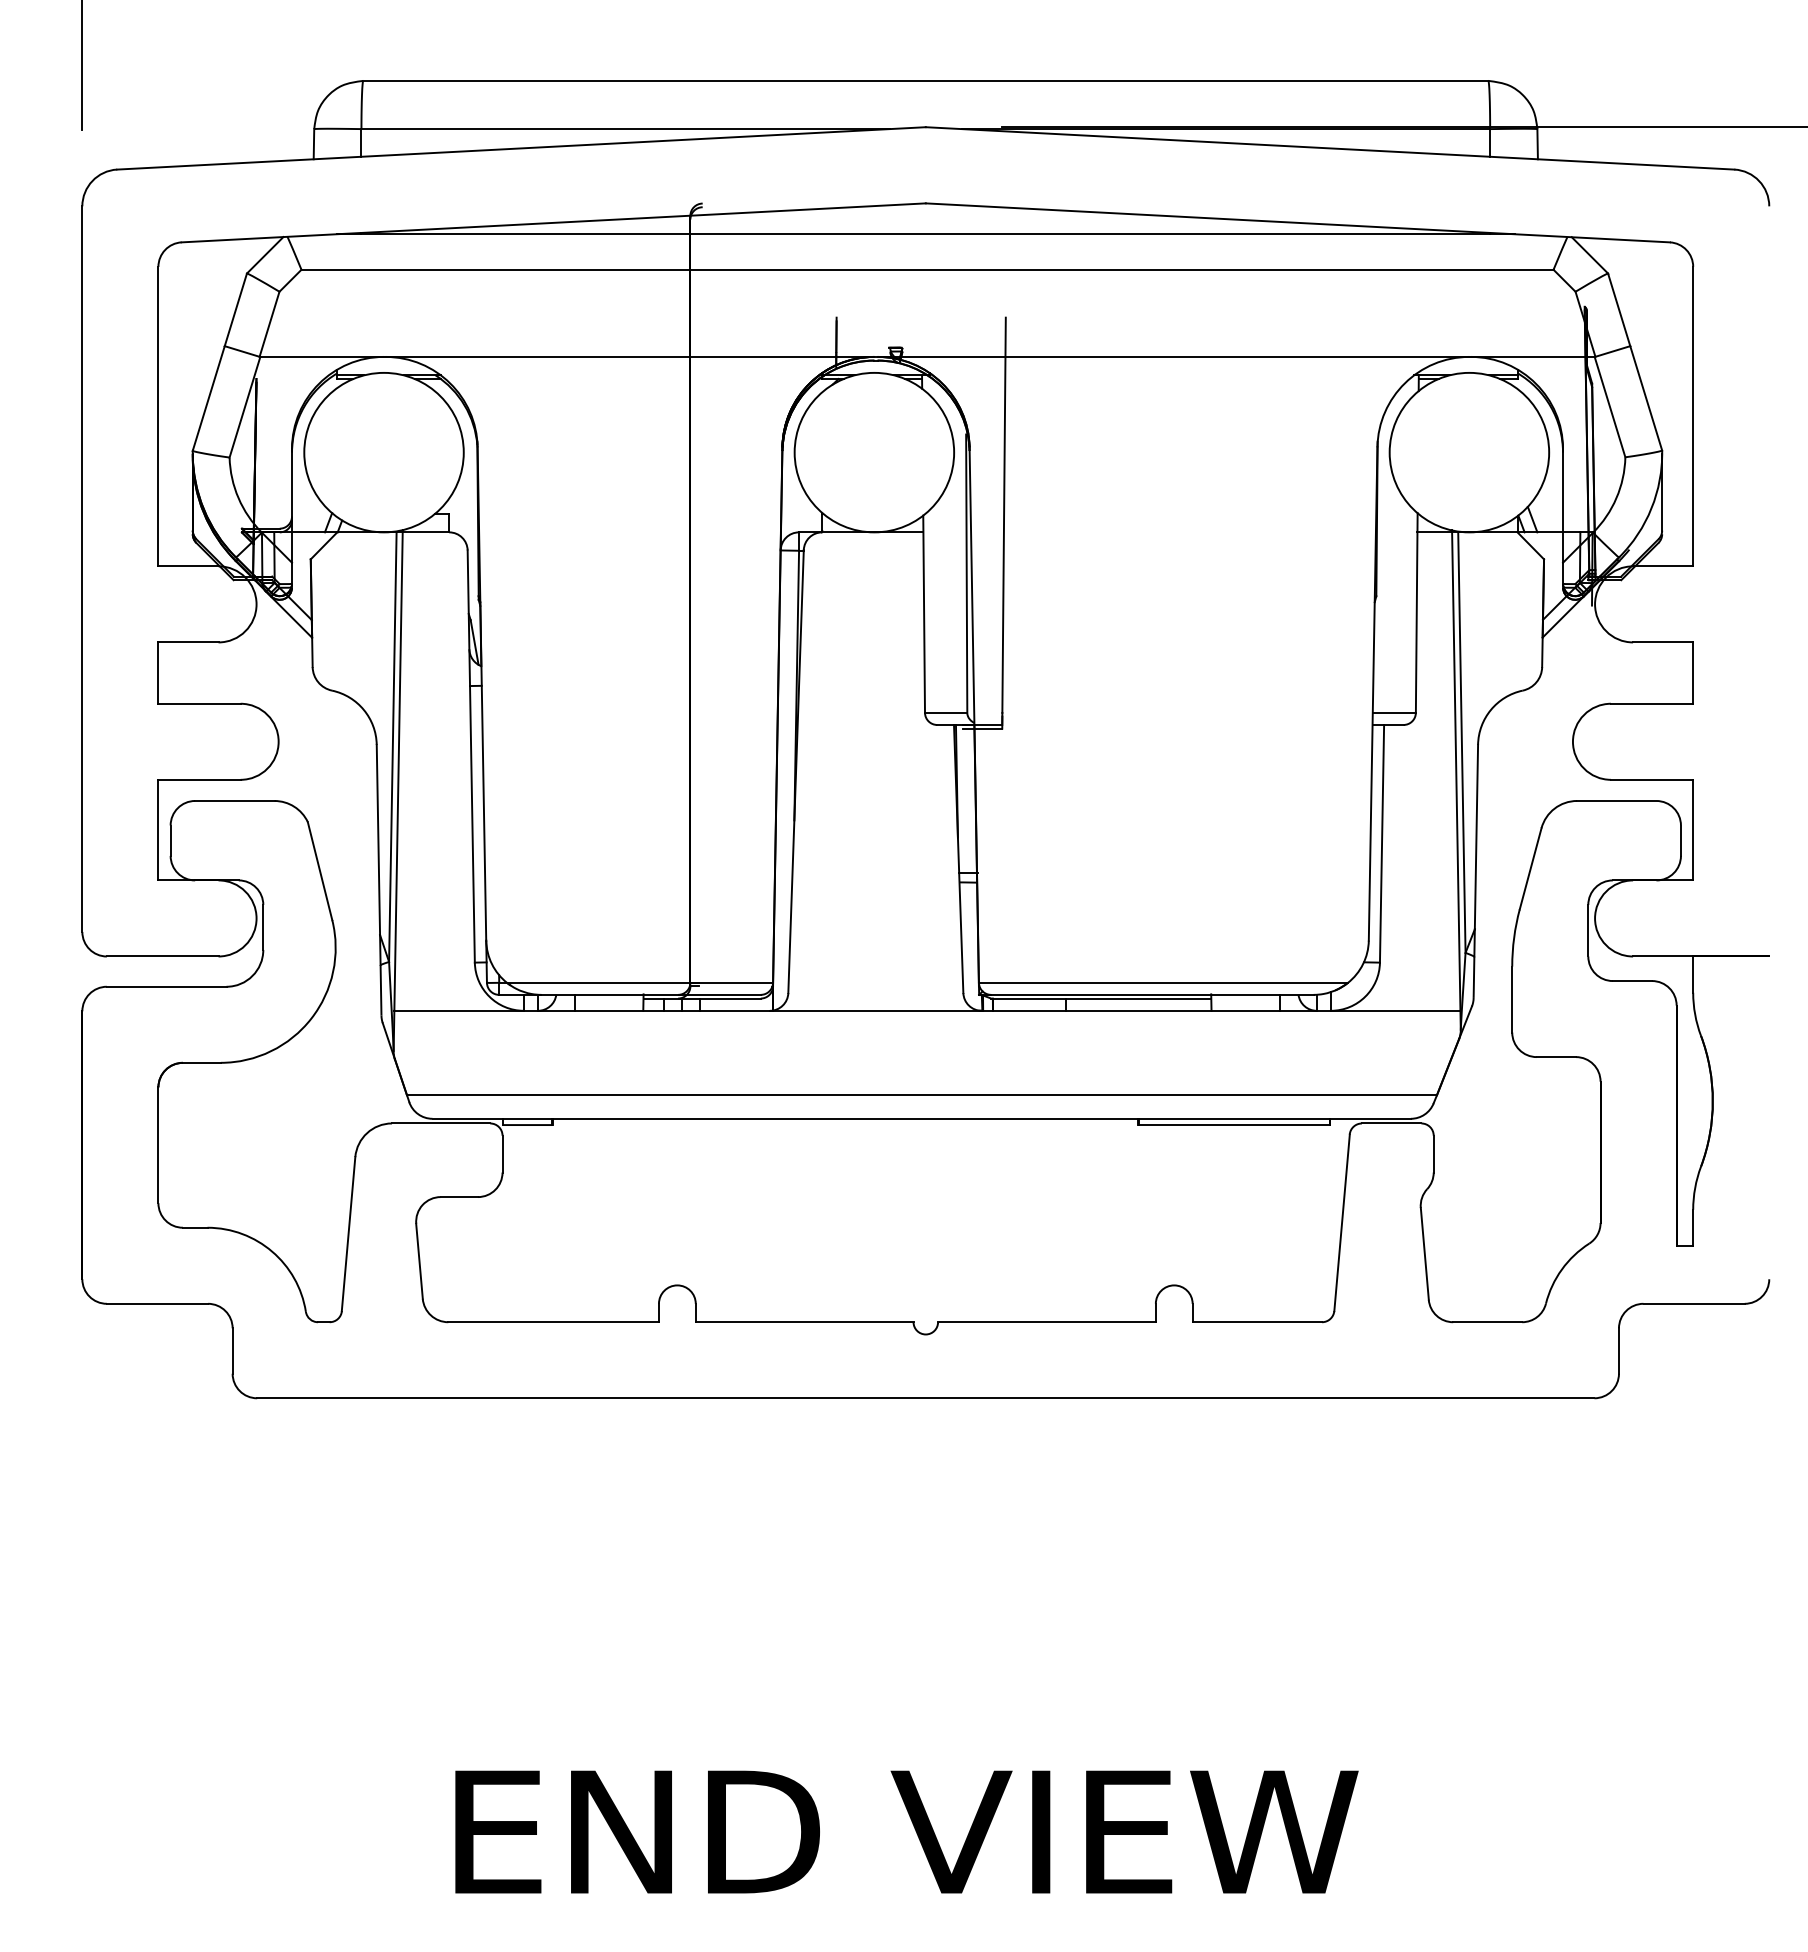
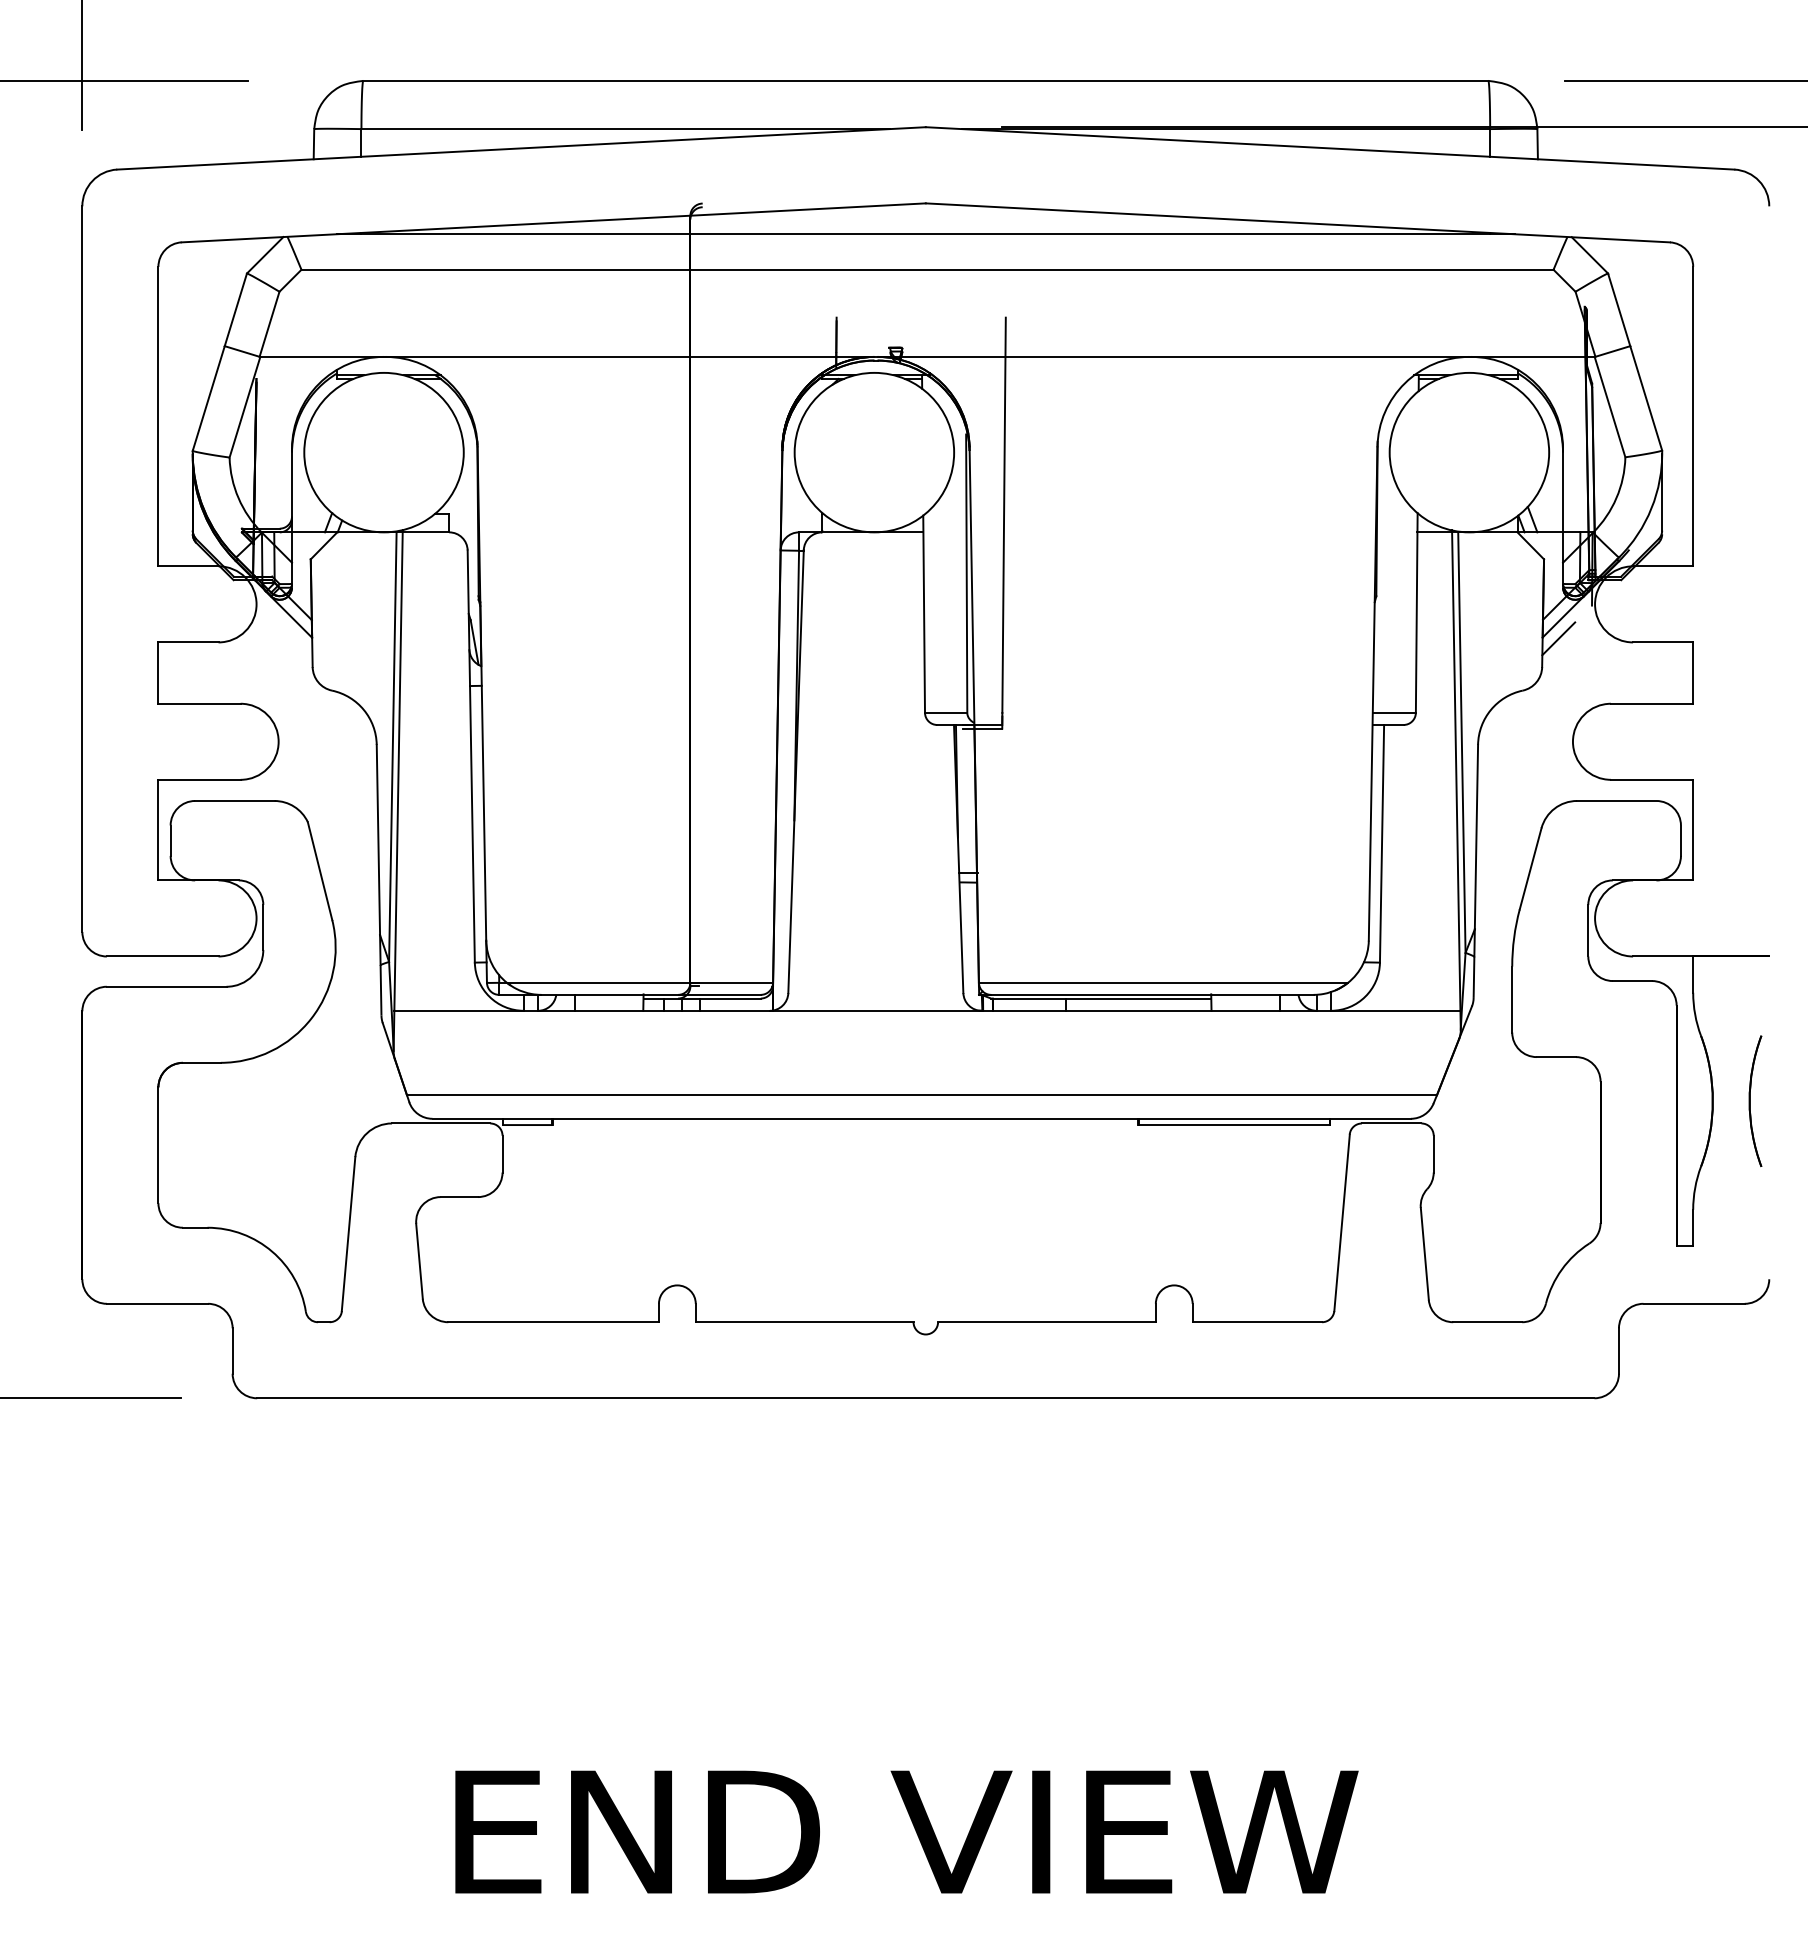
line at (124, 80): none -> present
line at (1684, 80): none -> present
line at (1558, 638): none -> present
part at (1755, 1101): none -> present
line at (91, 1398): none -> present
